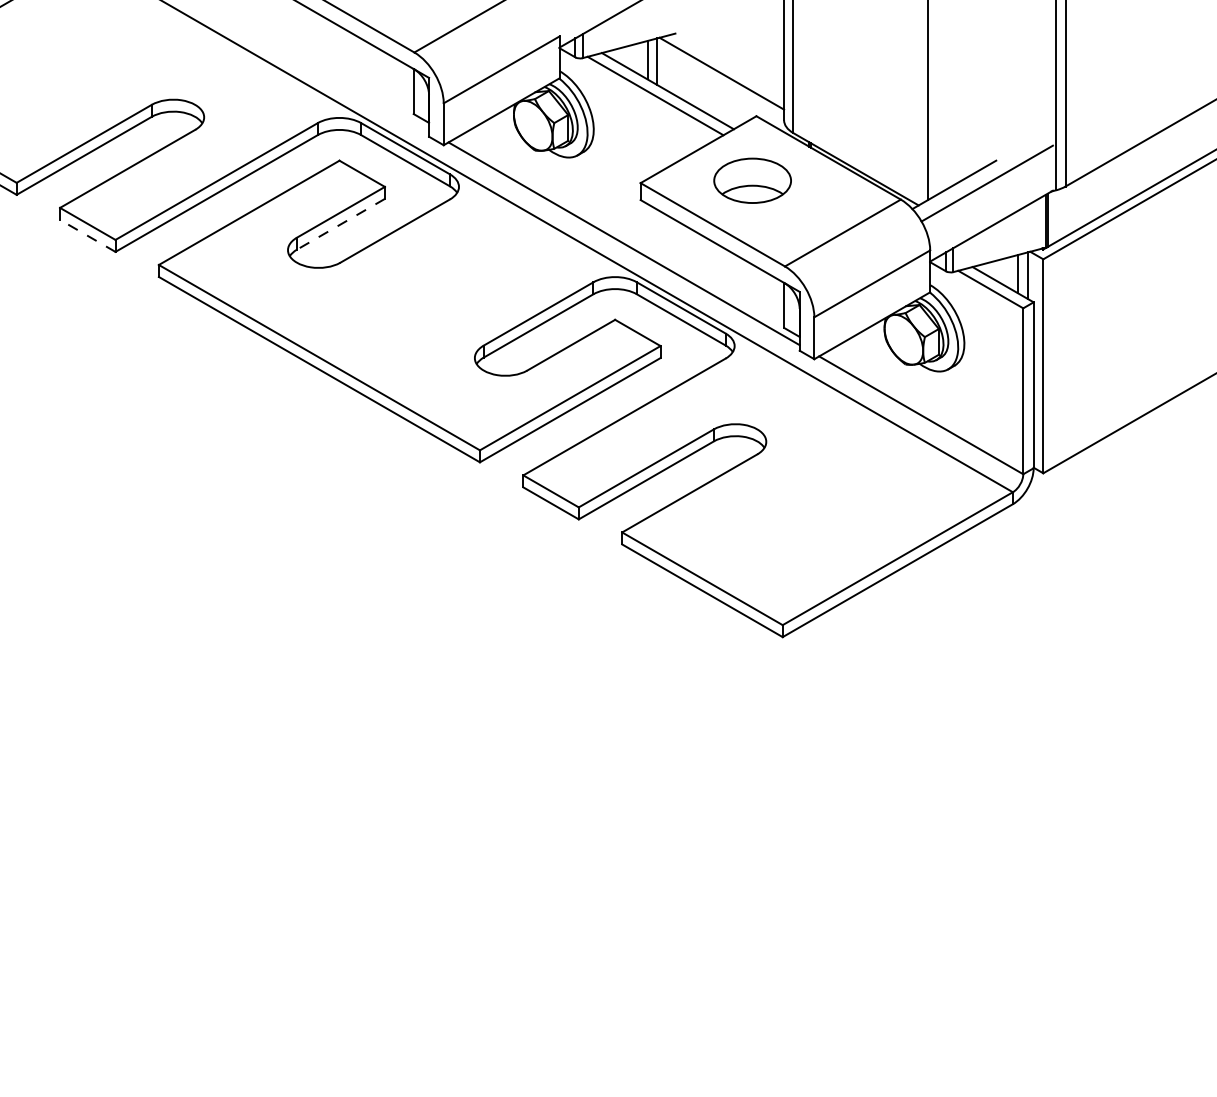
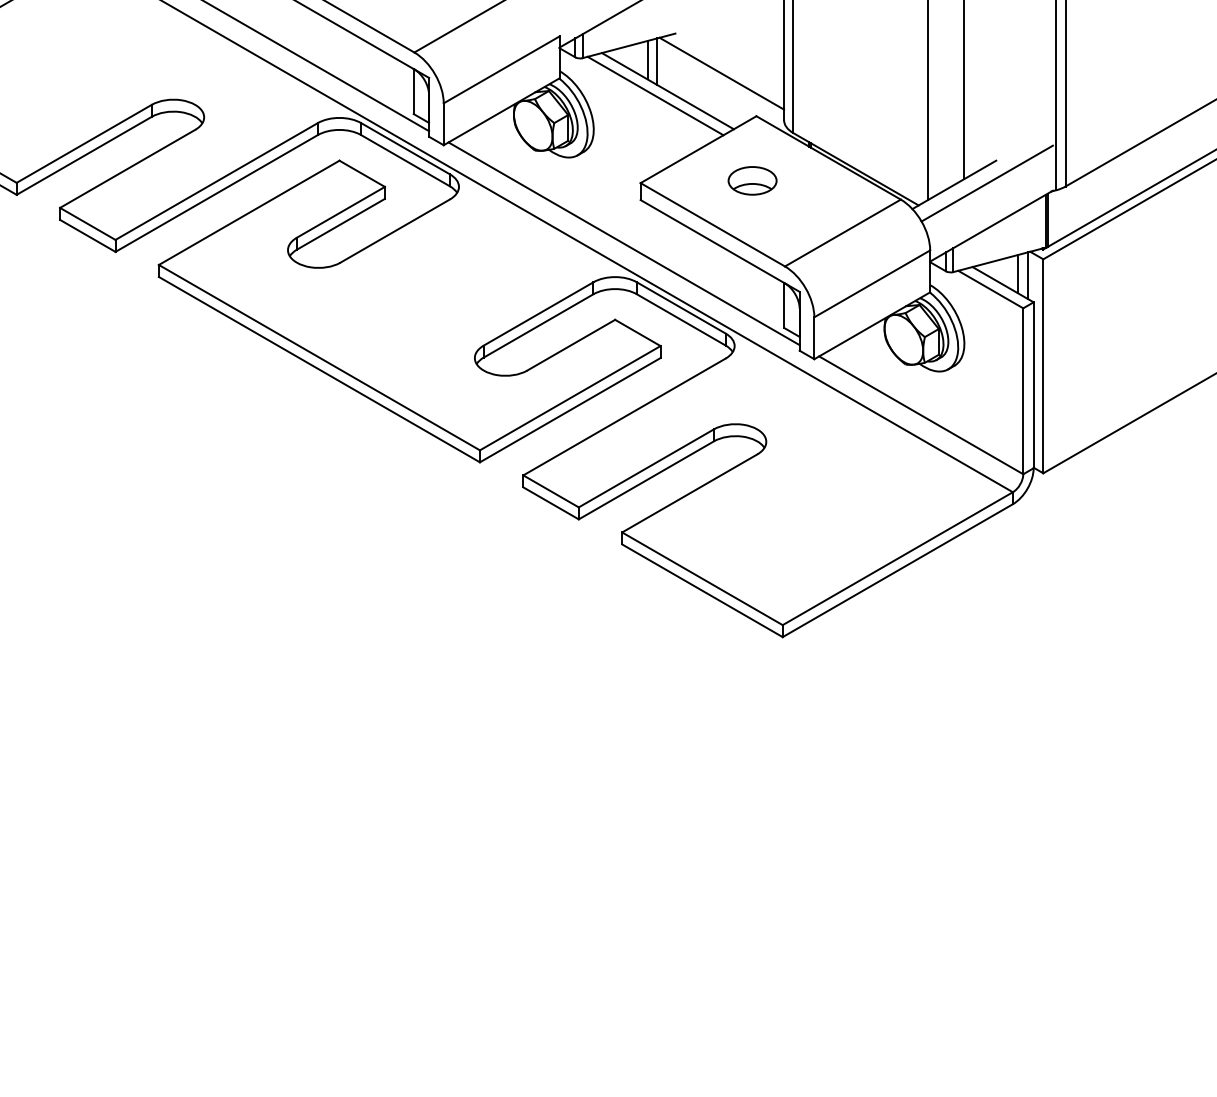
line at (317, 66): none -> present
line at (963, 90): none -> present
part at (752, 180) size: 79x47 px -> 51x30 px
line at (340, 224): dashed -> solid
line at (87, 235): dashed -> solid
